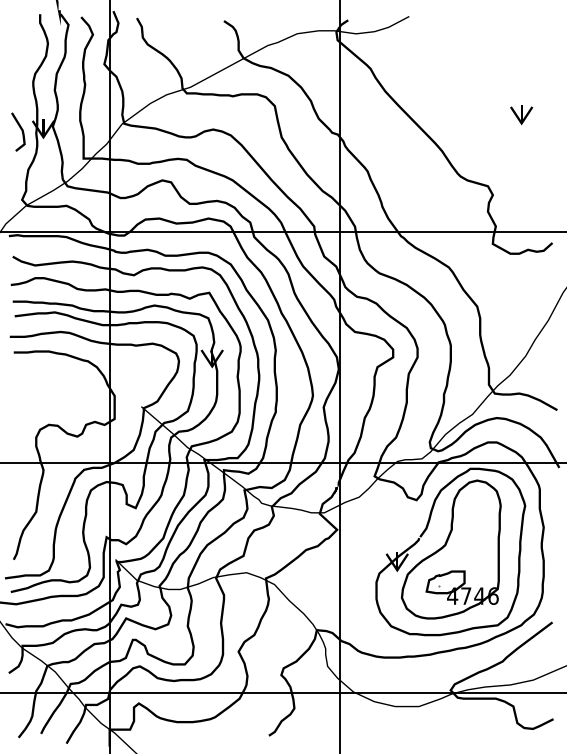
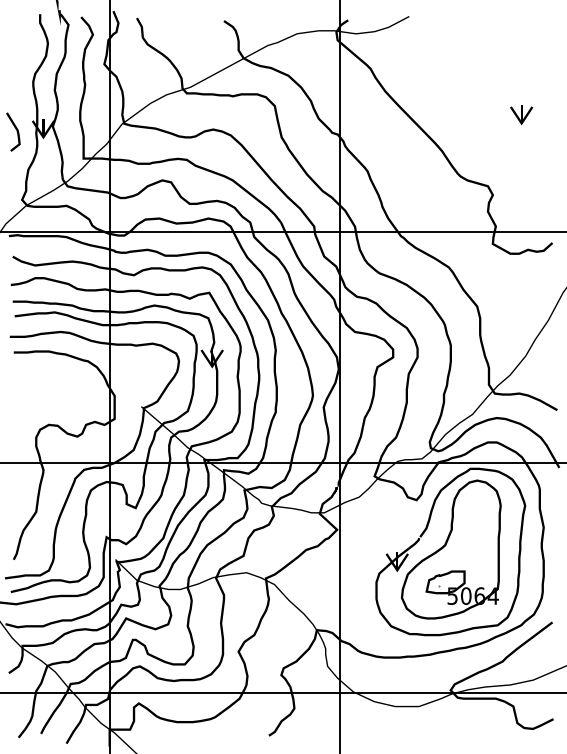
line at (20, 129) position: (20, 129) -> (15, 129)
text at (472, 596): 4746 -> 5064
